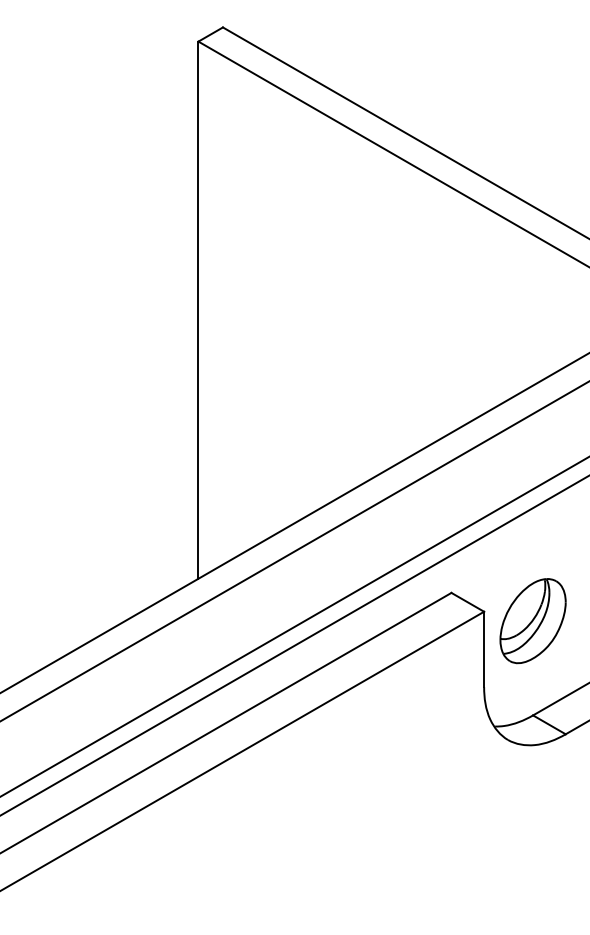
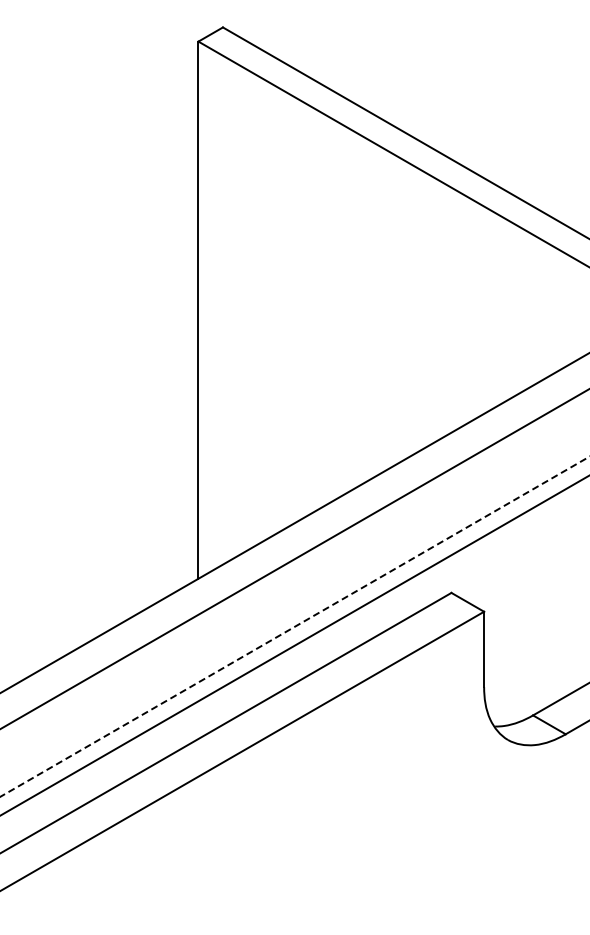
line at (294, 551) position: (294, 551) -> (294, 558)
part at (532, 621): present -> none
line at (295, 626): solid -> dashed
